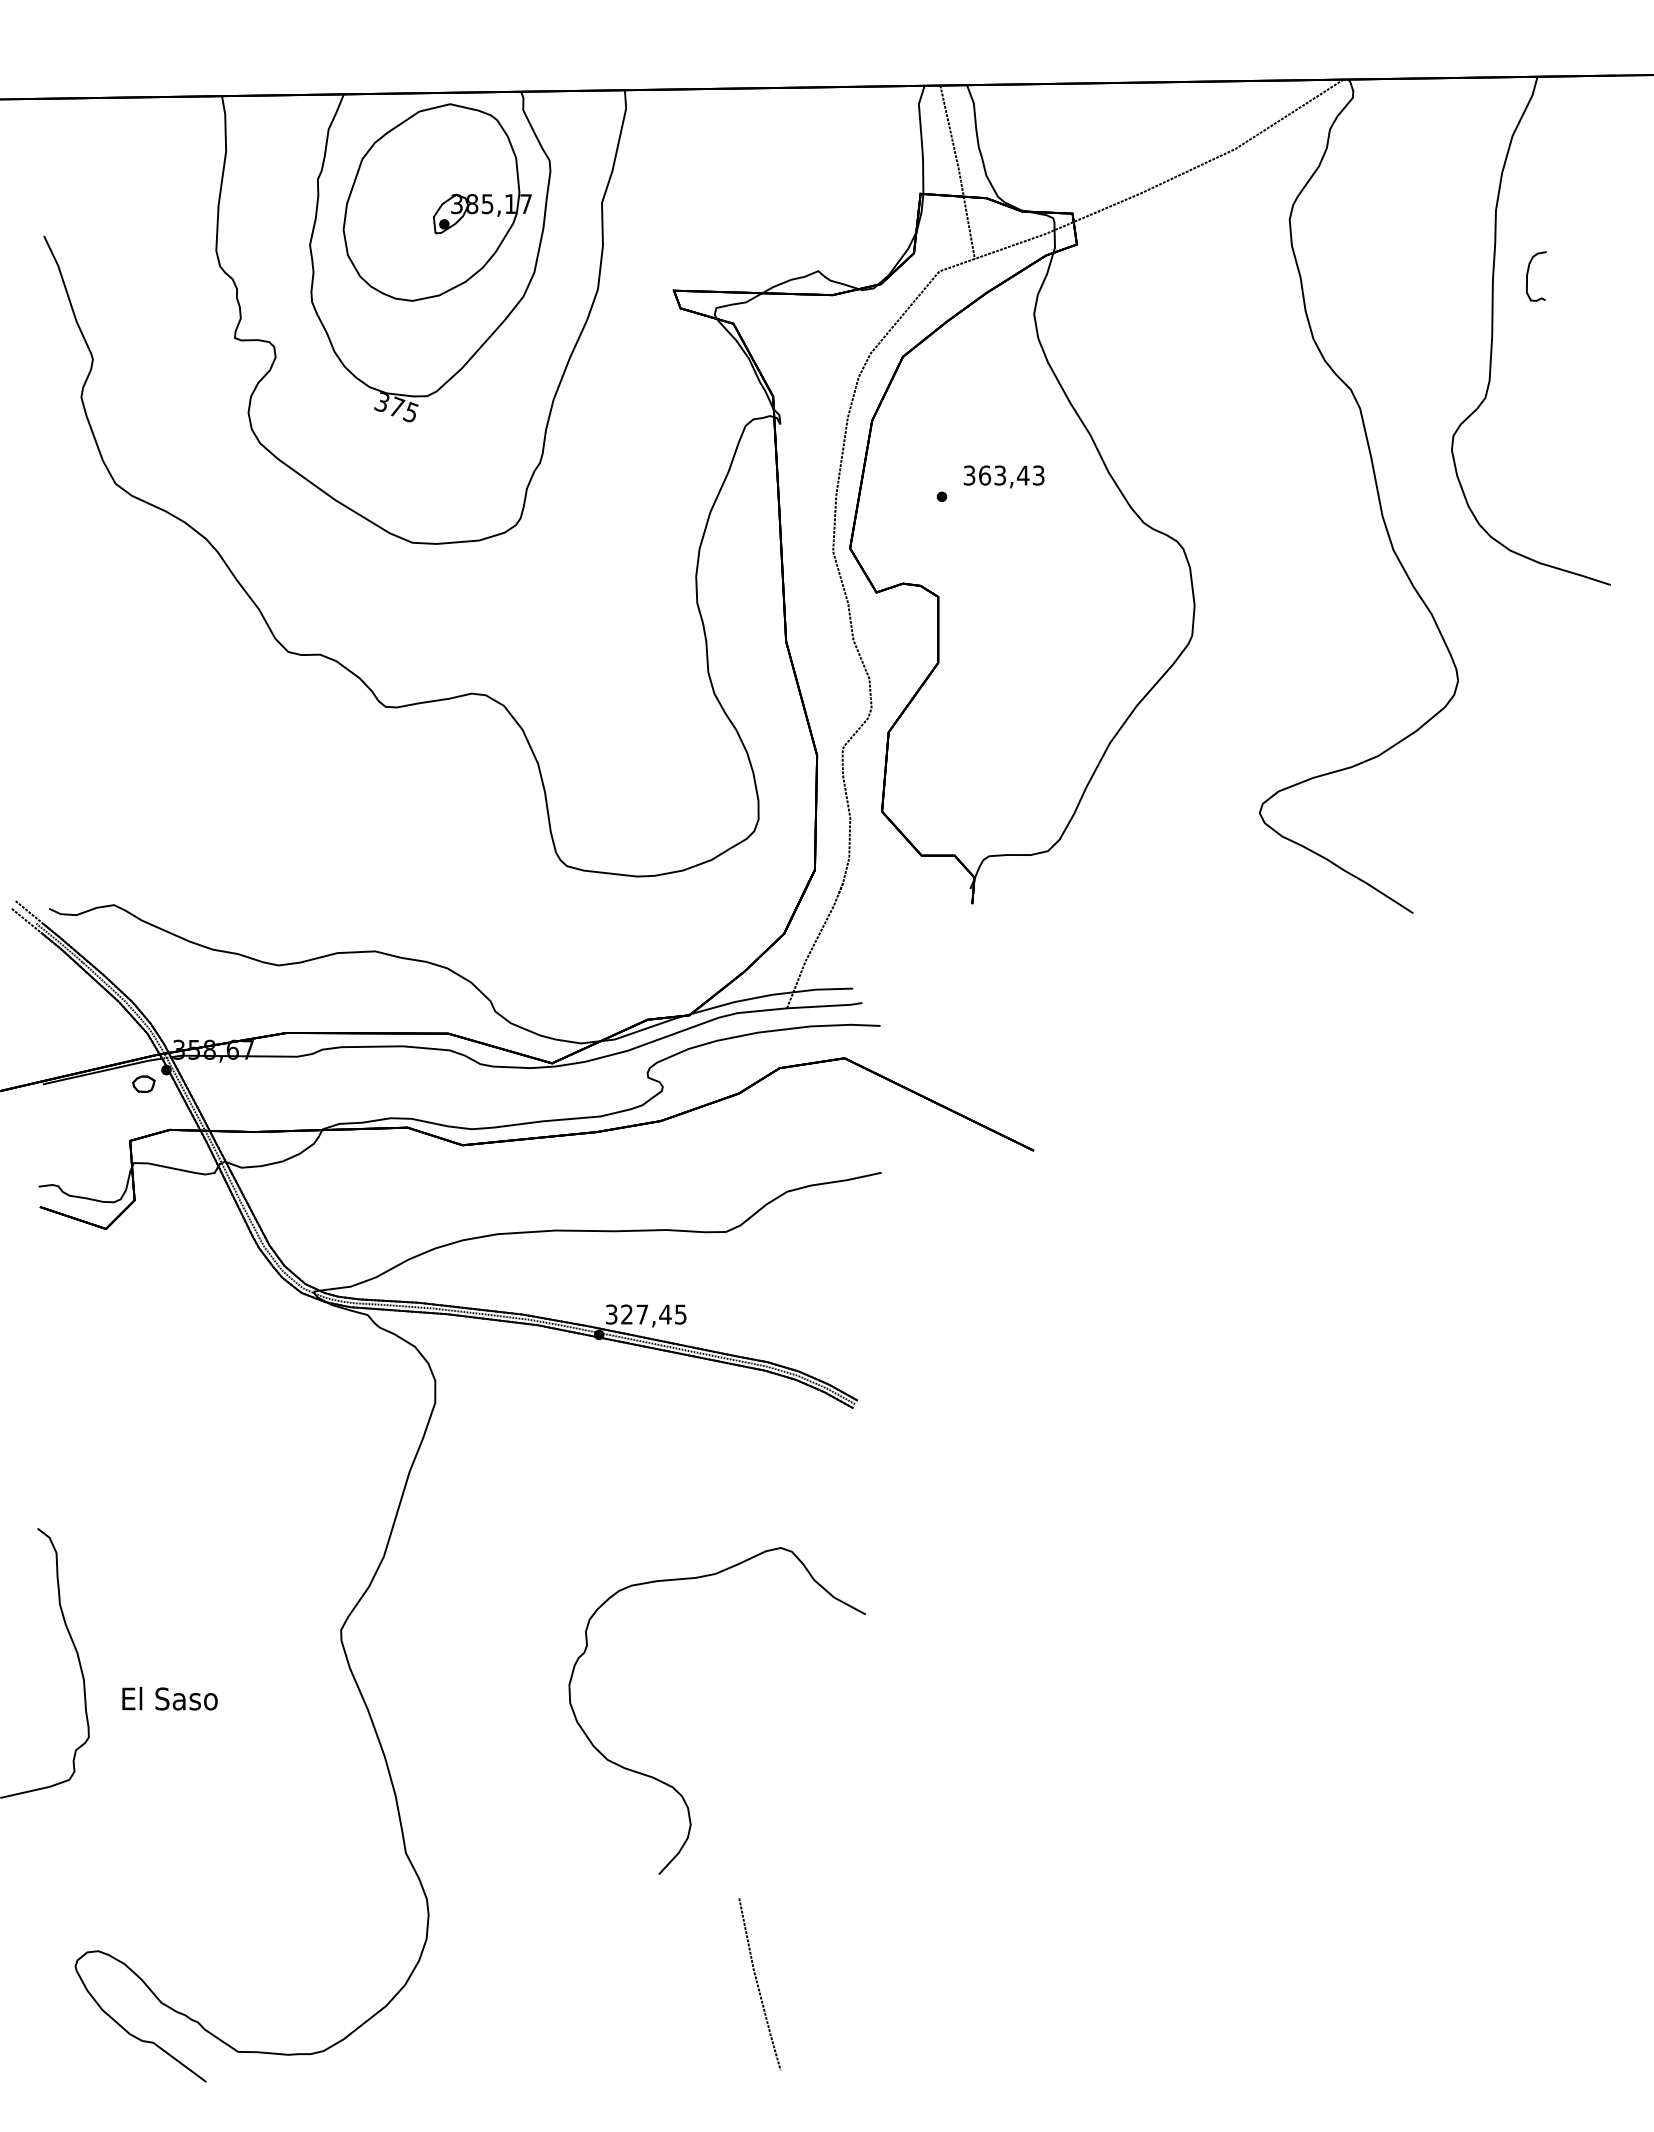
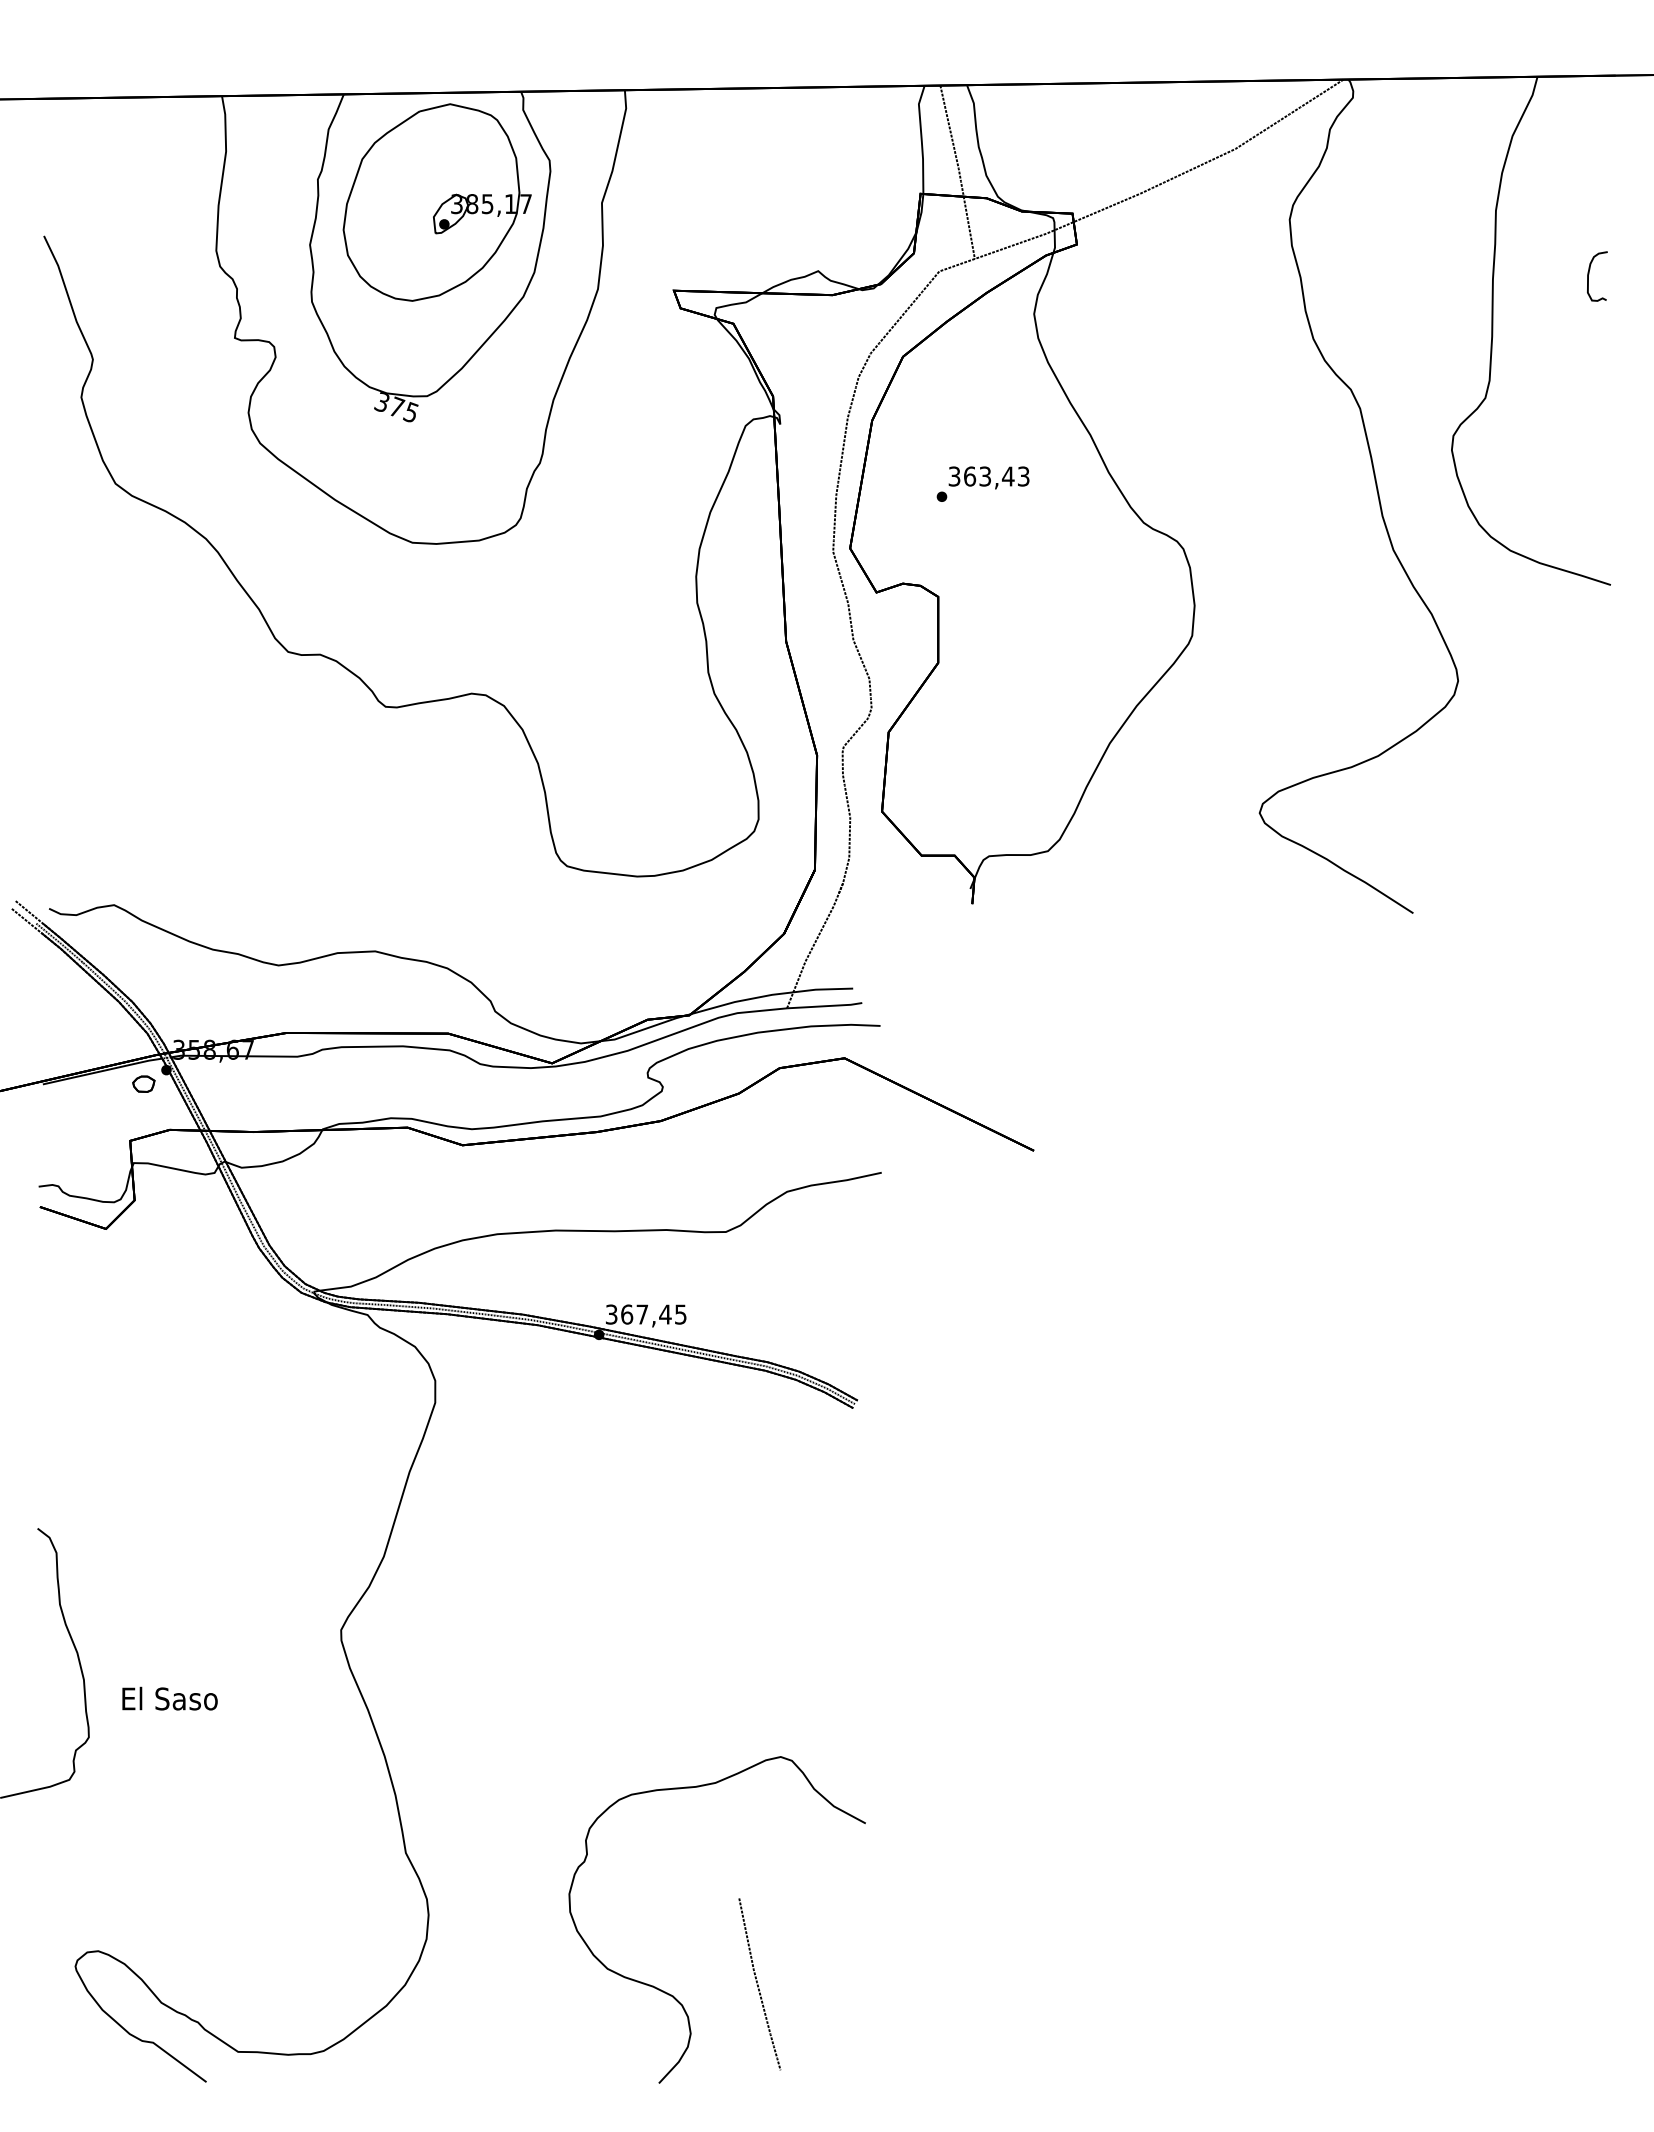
curve at (1528, 274) position: (1528, 274) -> (1589, 274)
text at (1003, 476) position: (1003, 476) -> (988, 477)
text at (627, 1314): 327,45 -> 367,45
curve at (673, 1786) position: (673, 1786) -> (673, 1995)
